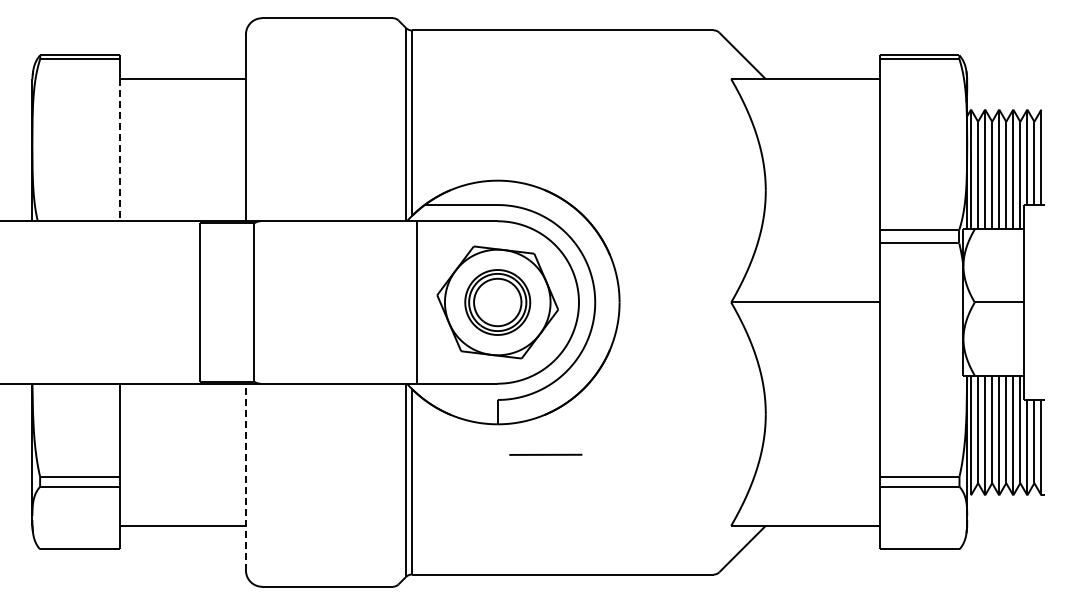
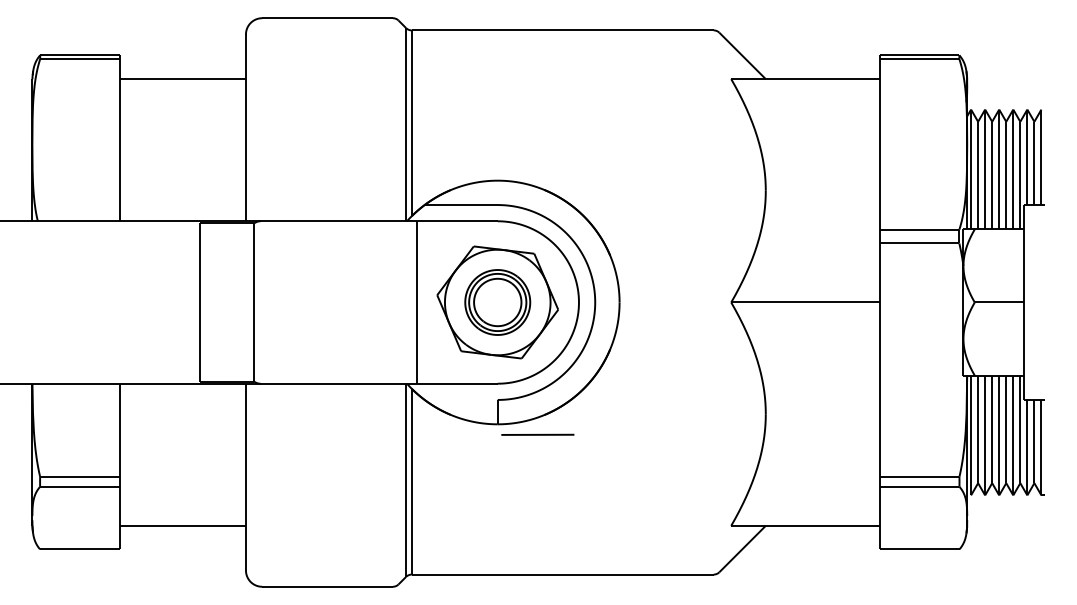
line at (120, 150): dashed -> solid
line at (545, 454) position: (545, 454) -> (537, 434)
line at (245, 476): dashed -> solid
